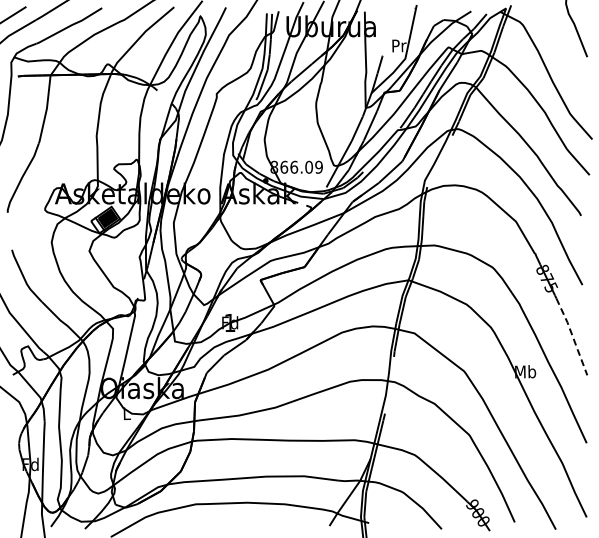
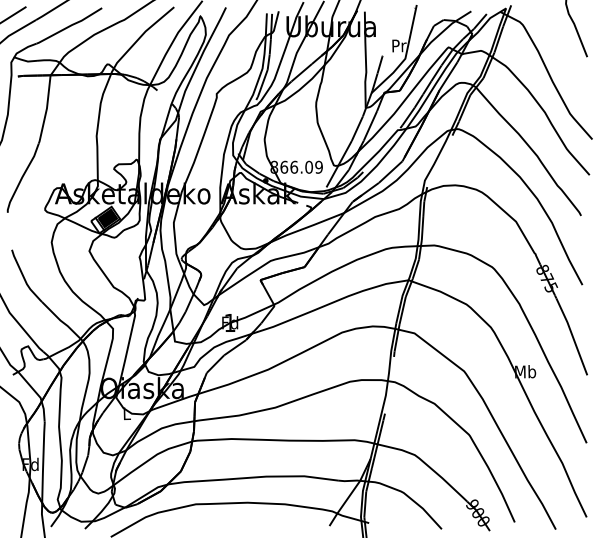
line at (572, 336): dashed -> solid
